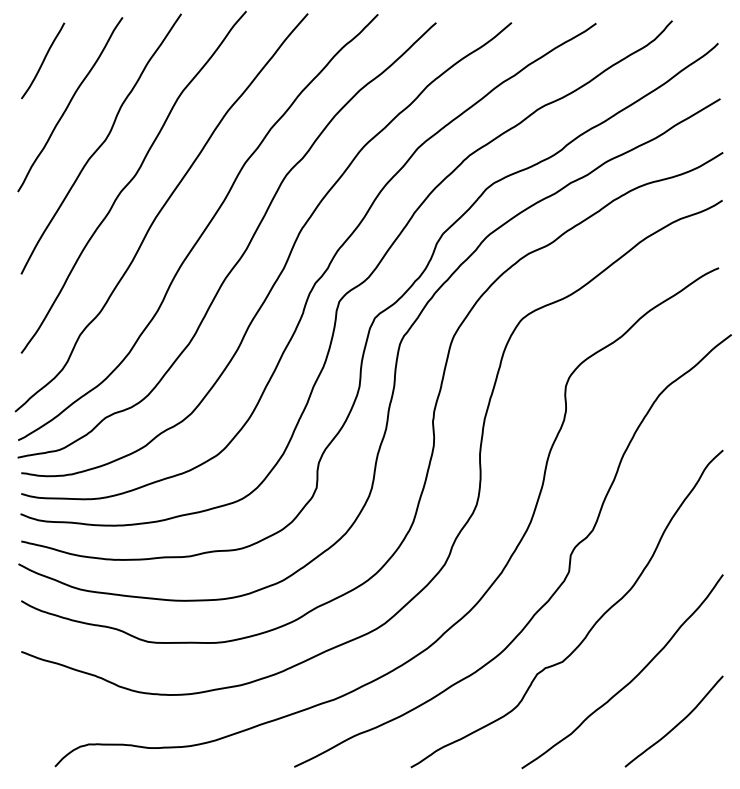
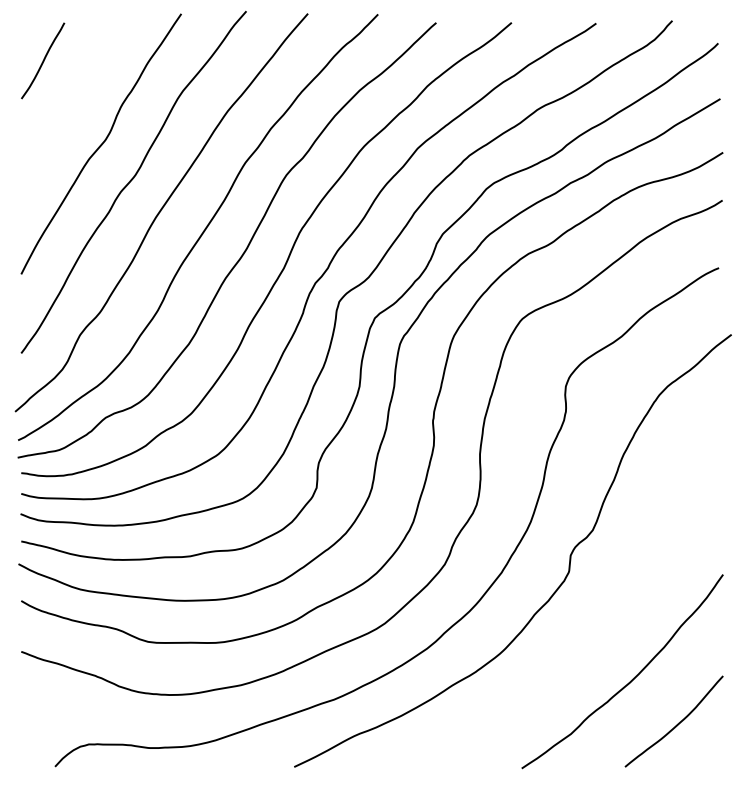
curve at (70, 103): present -> none
curve at (592, 625): present -> none
